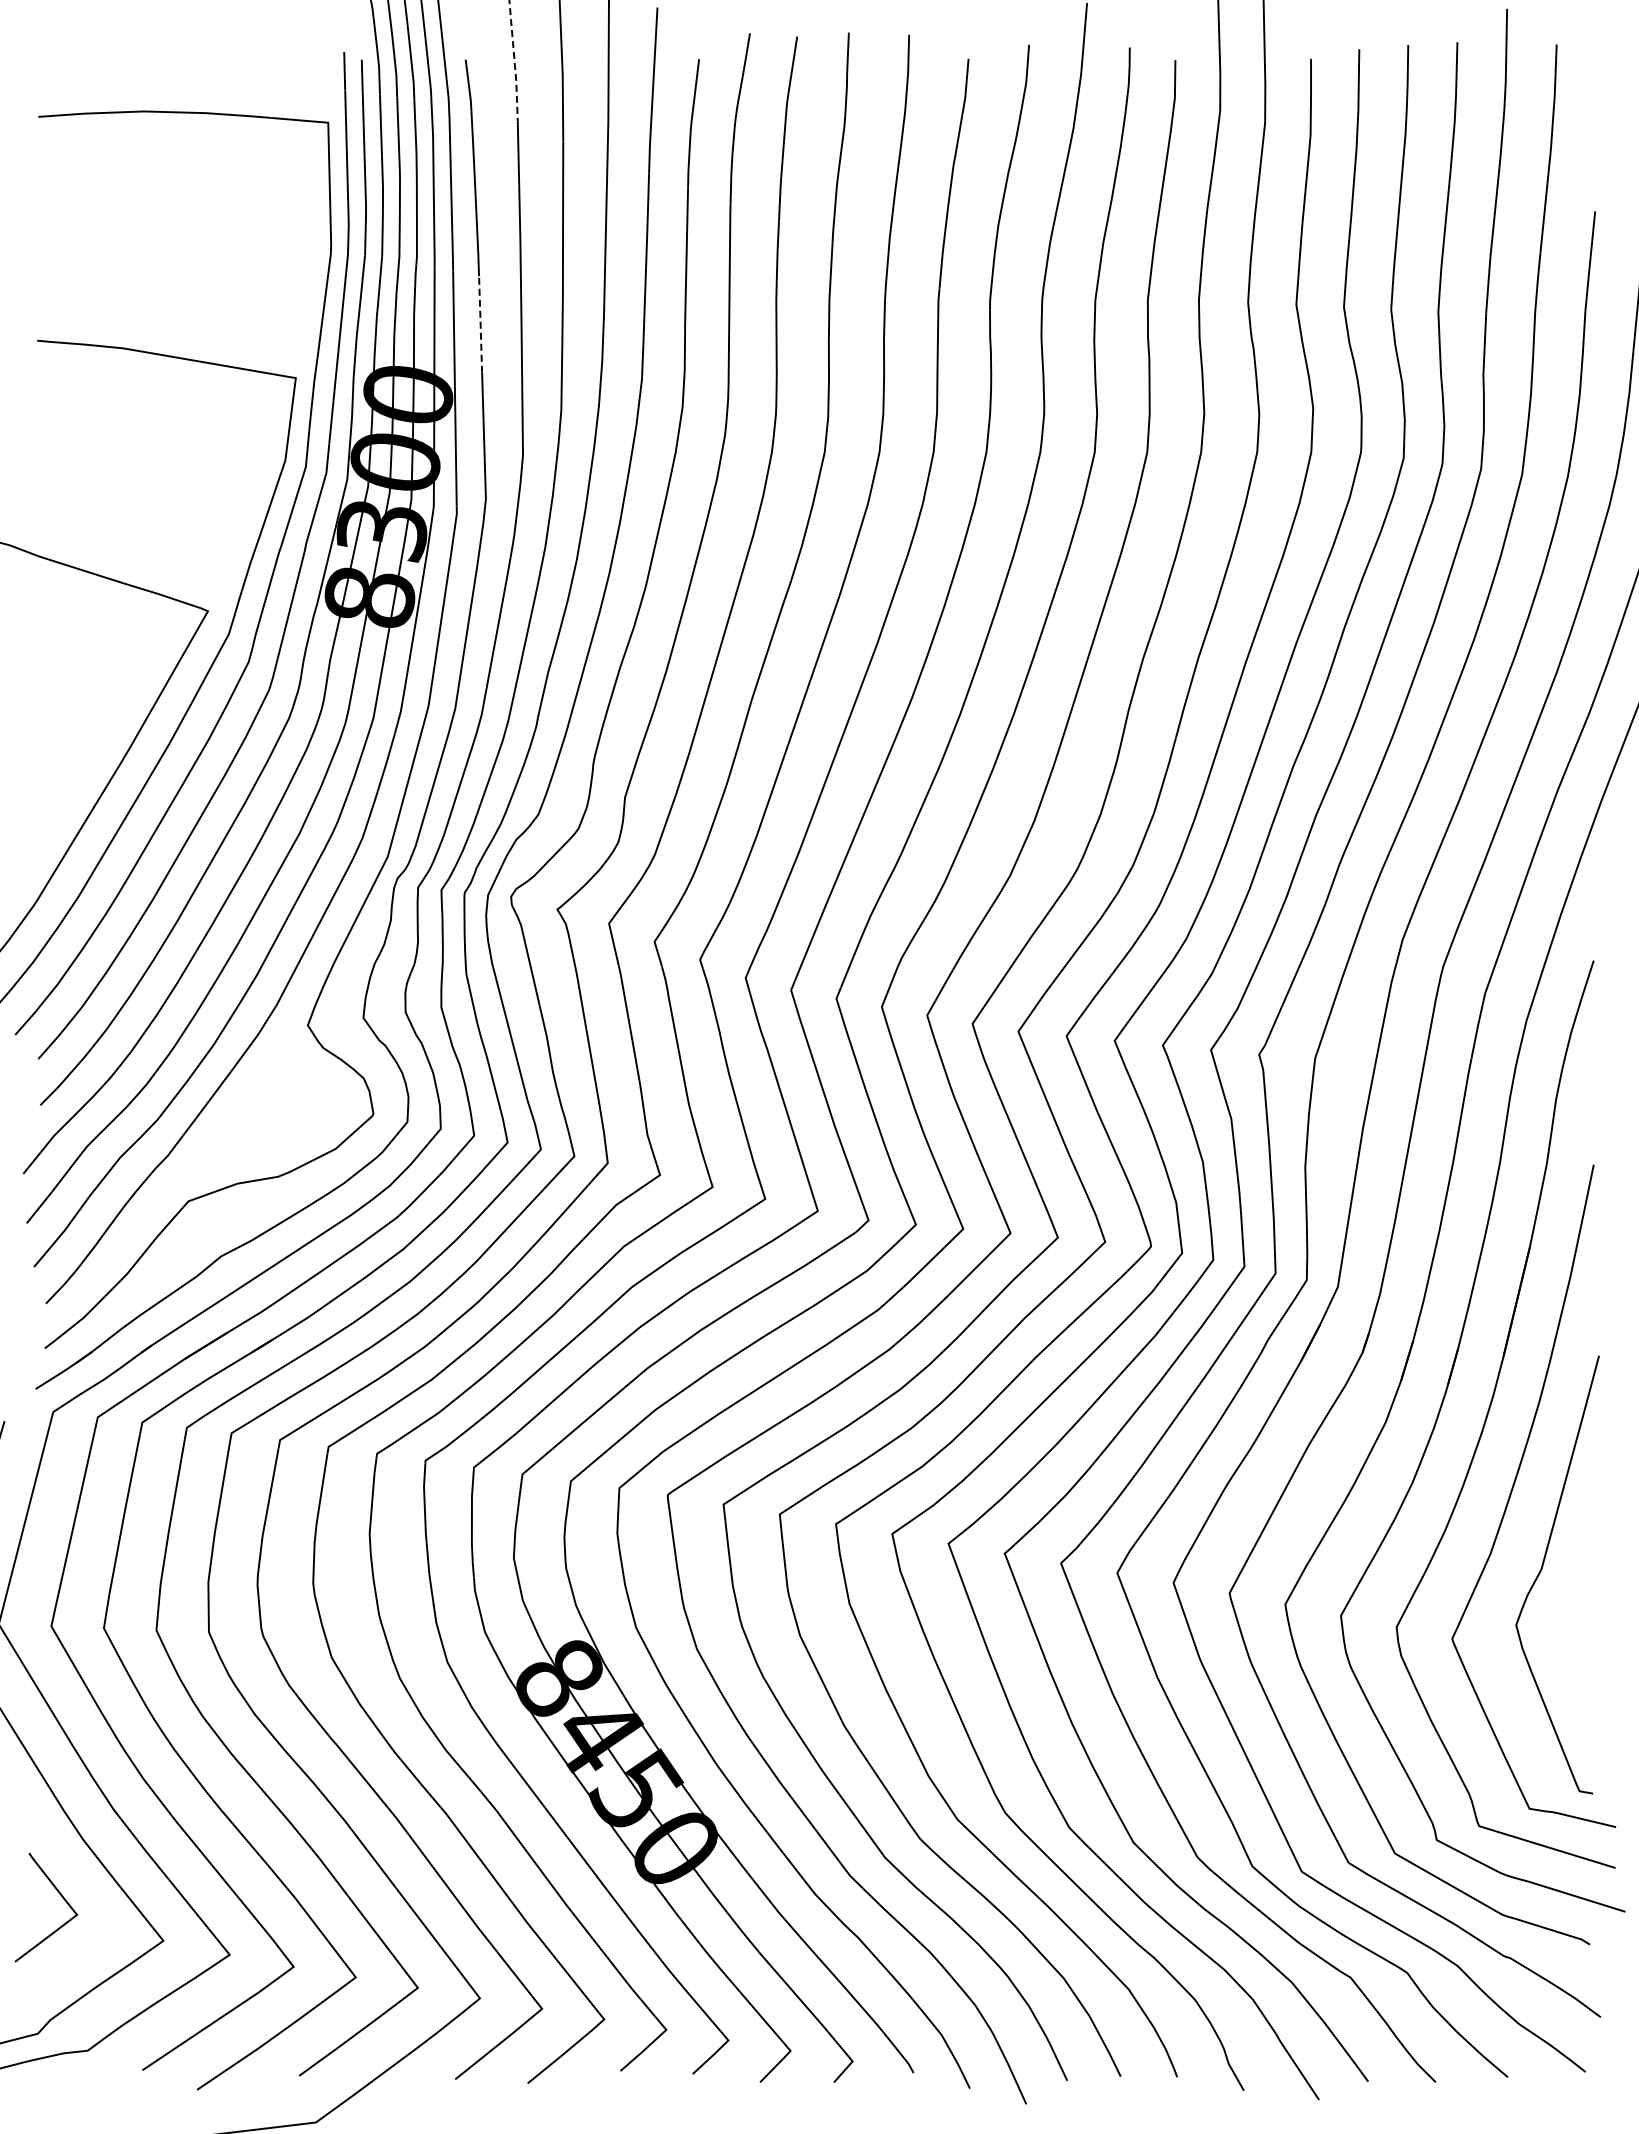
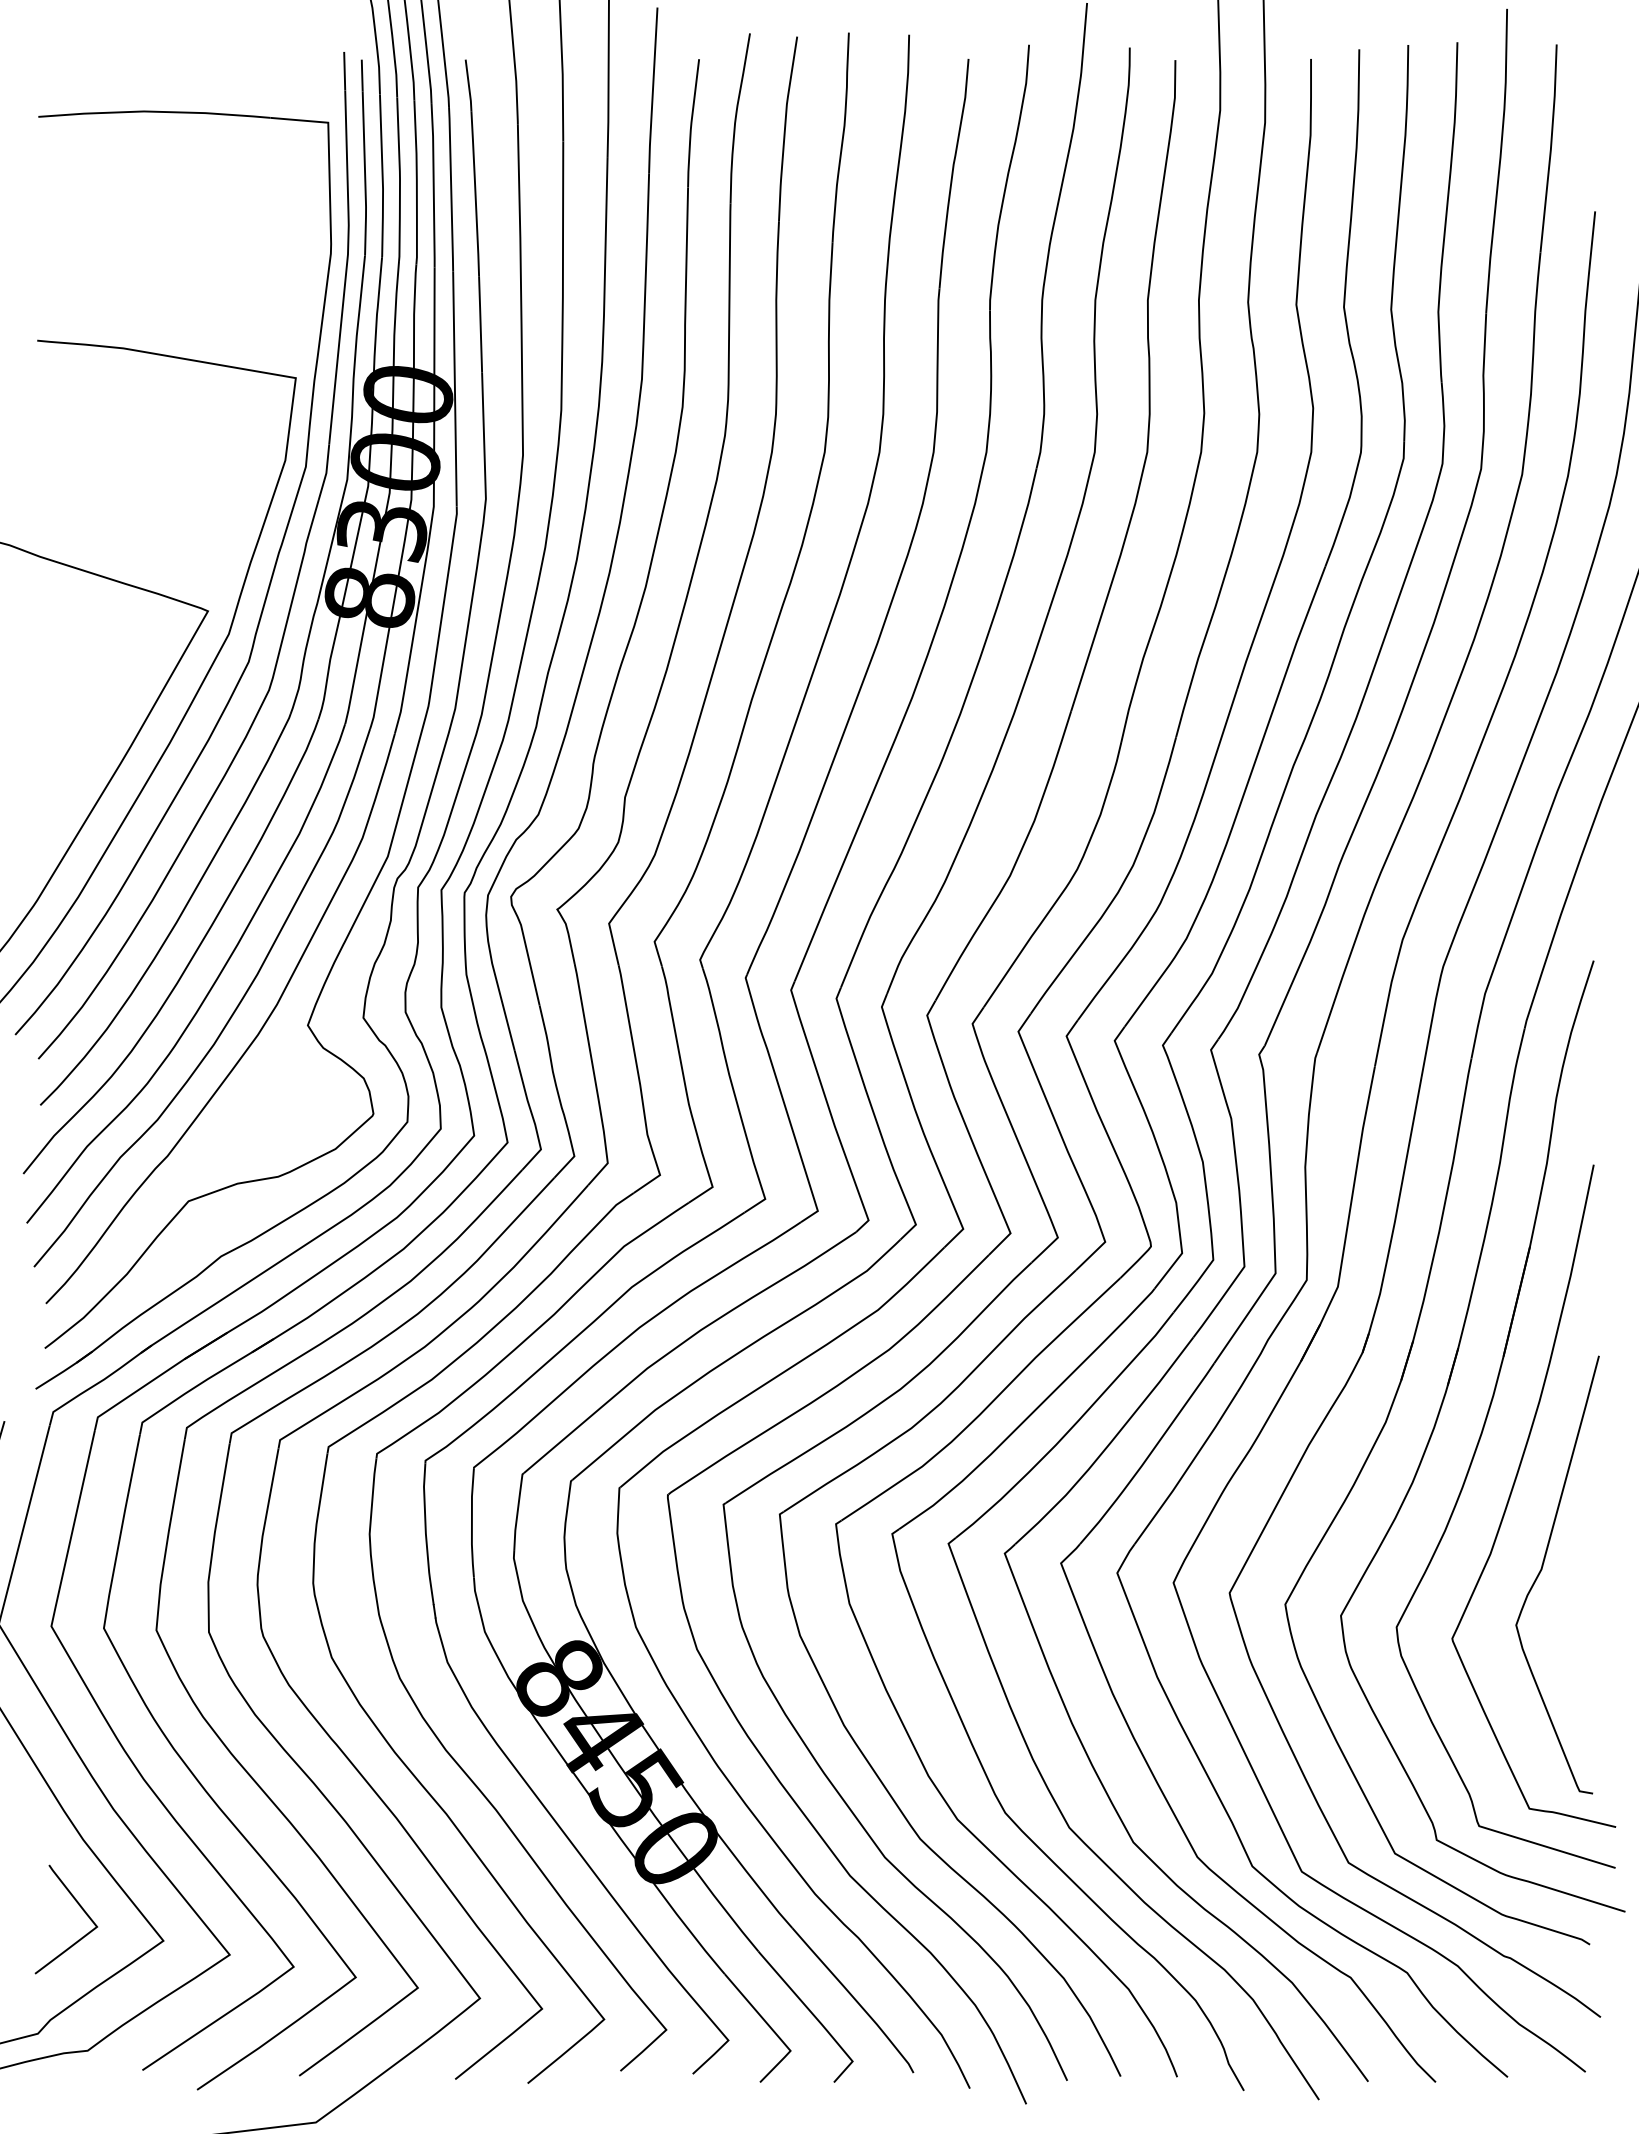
line at (514, 63): dashed -> solid
line at (480, 324): dashed -> solid
curve at (62, 1898) position: (62, 1898) -> (82, 1910)
